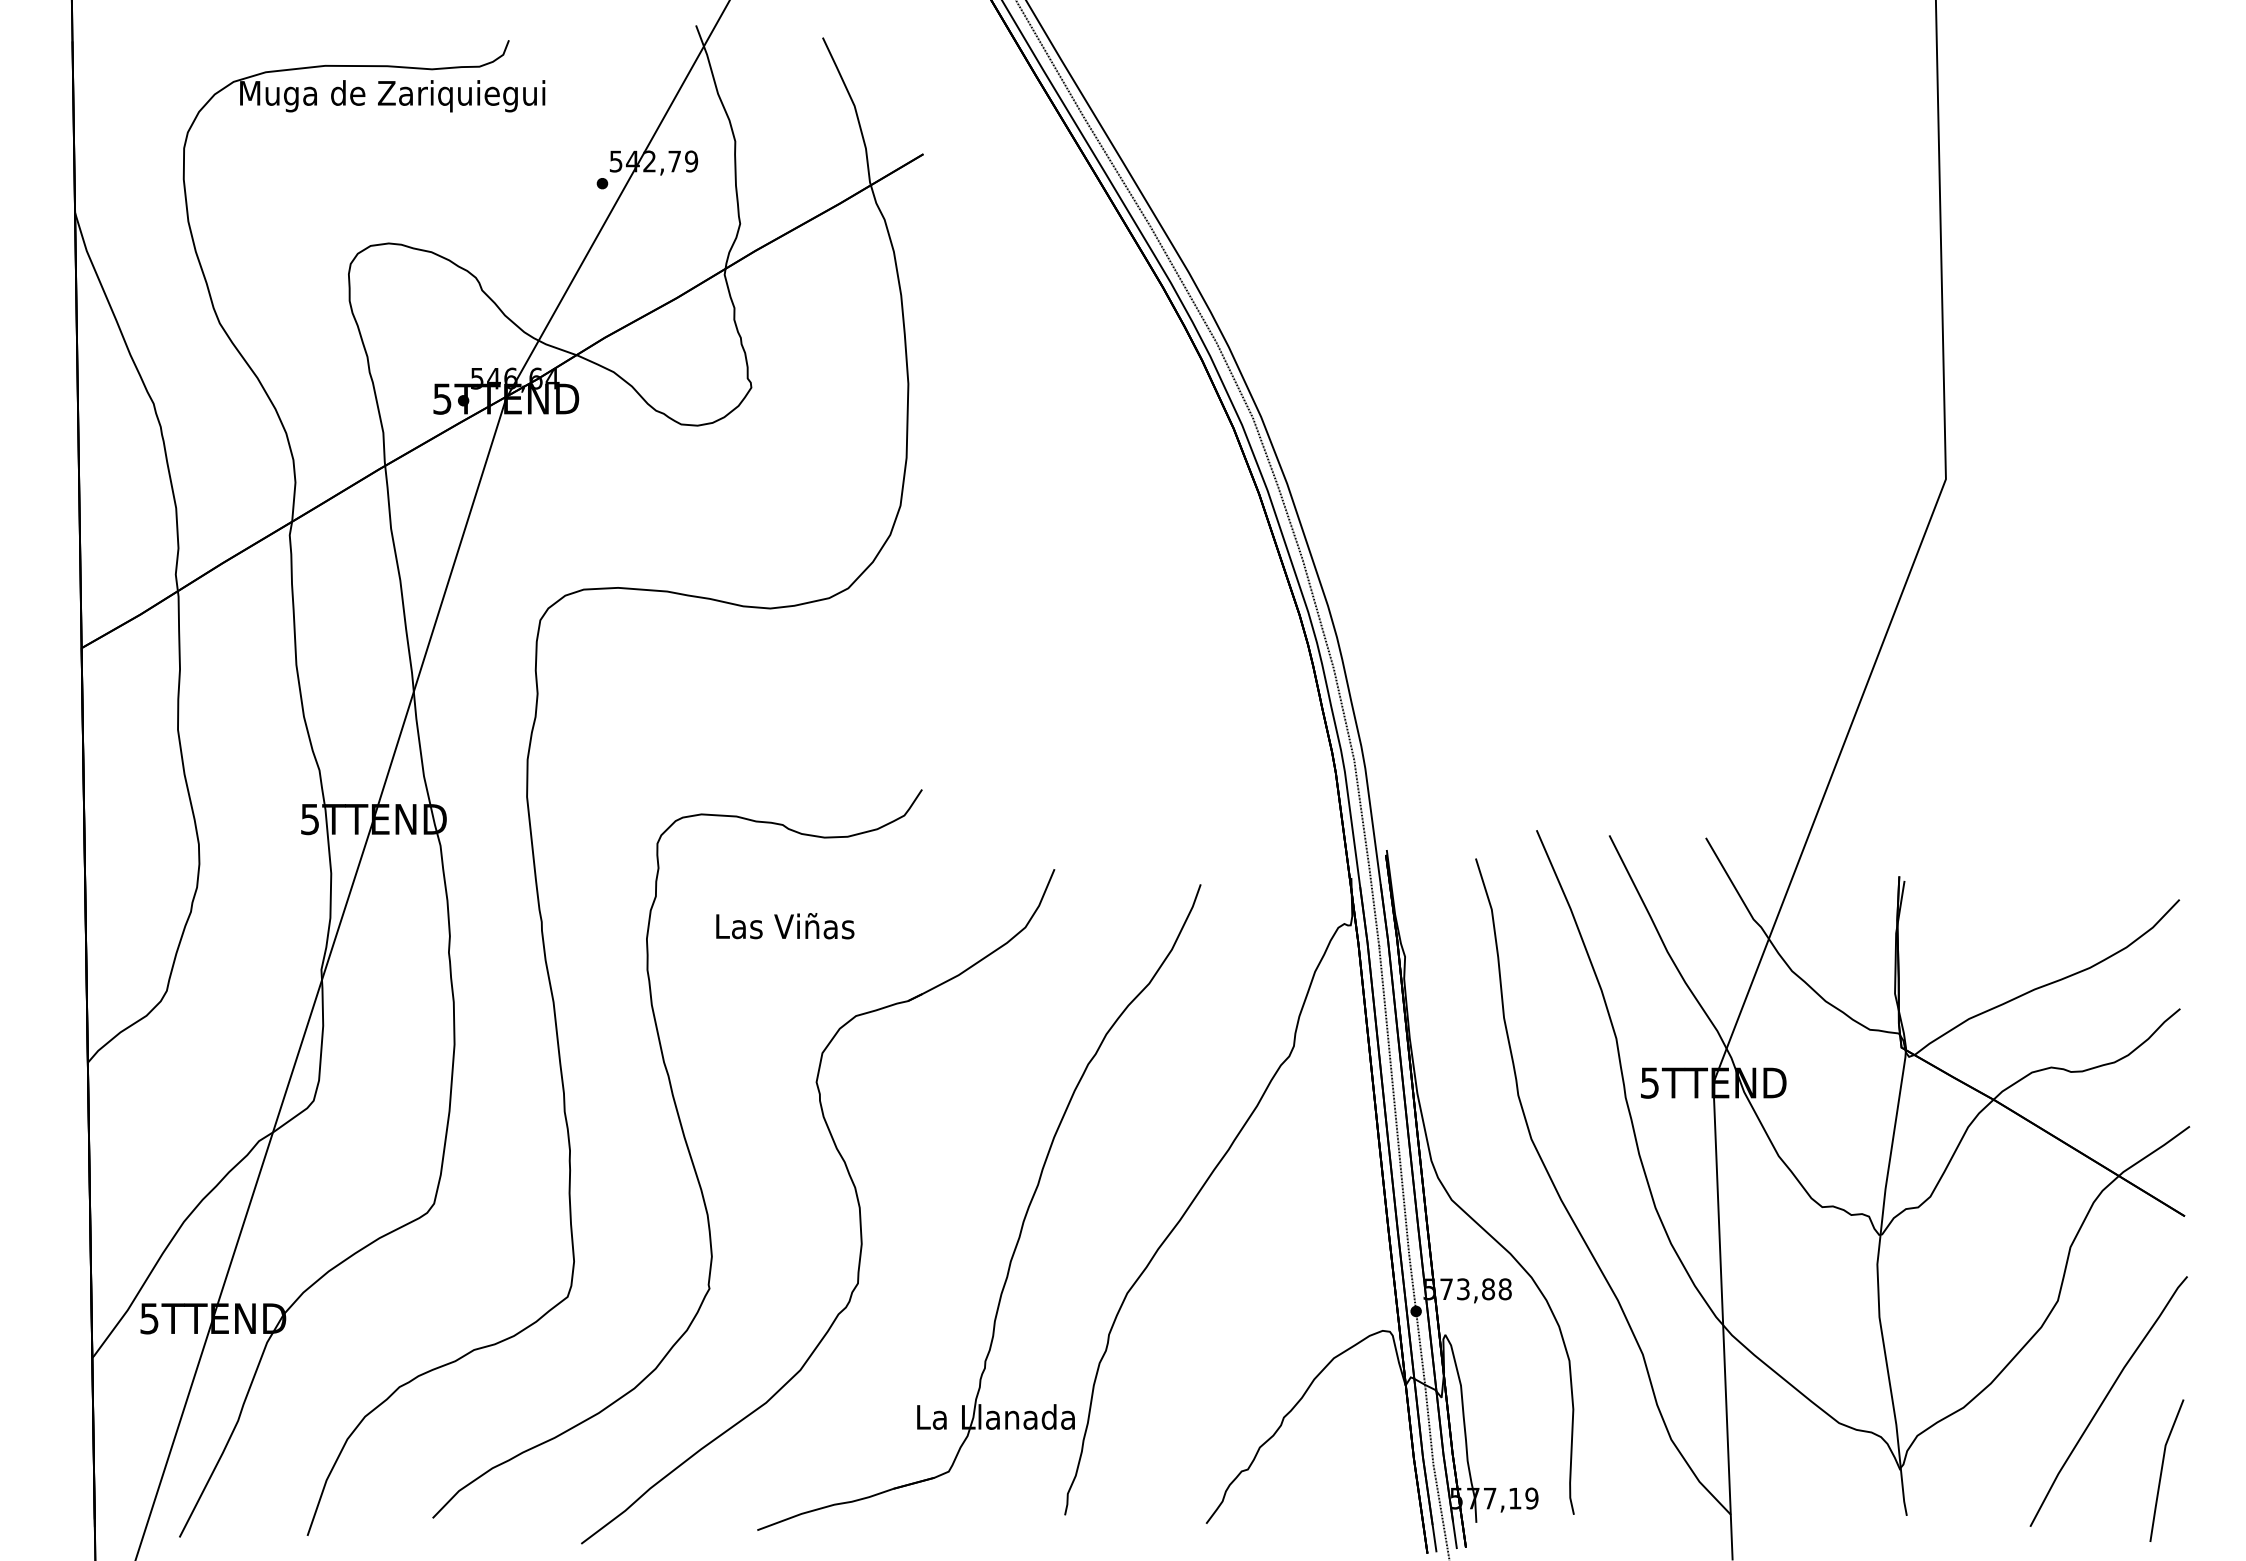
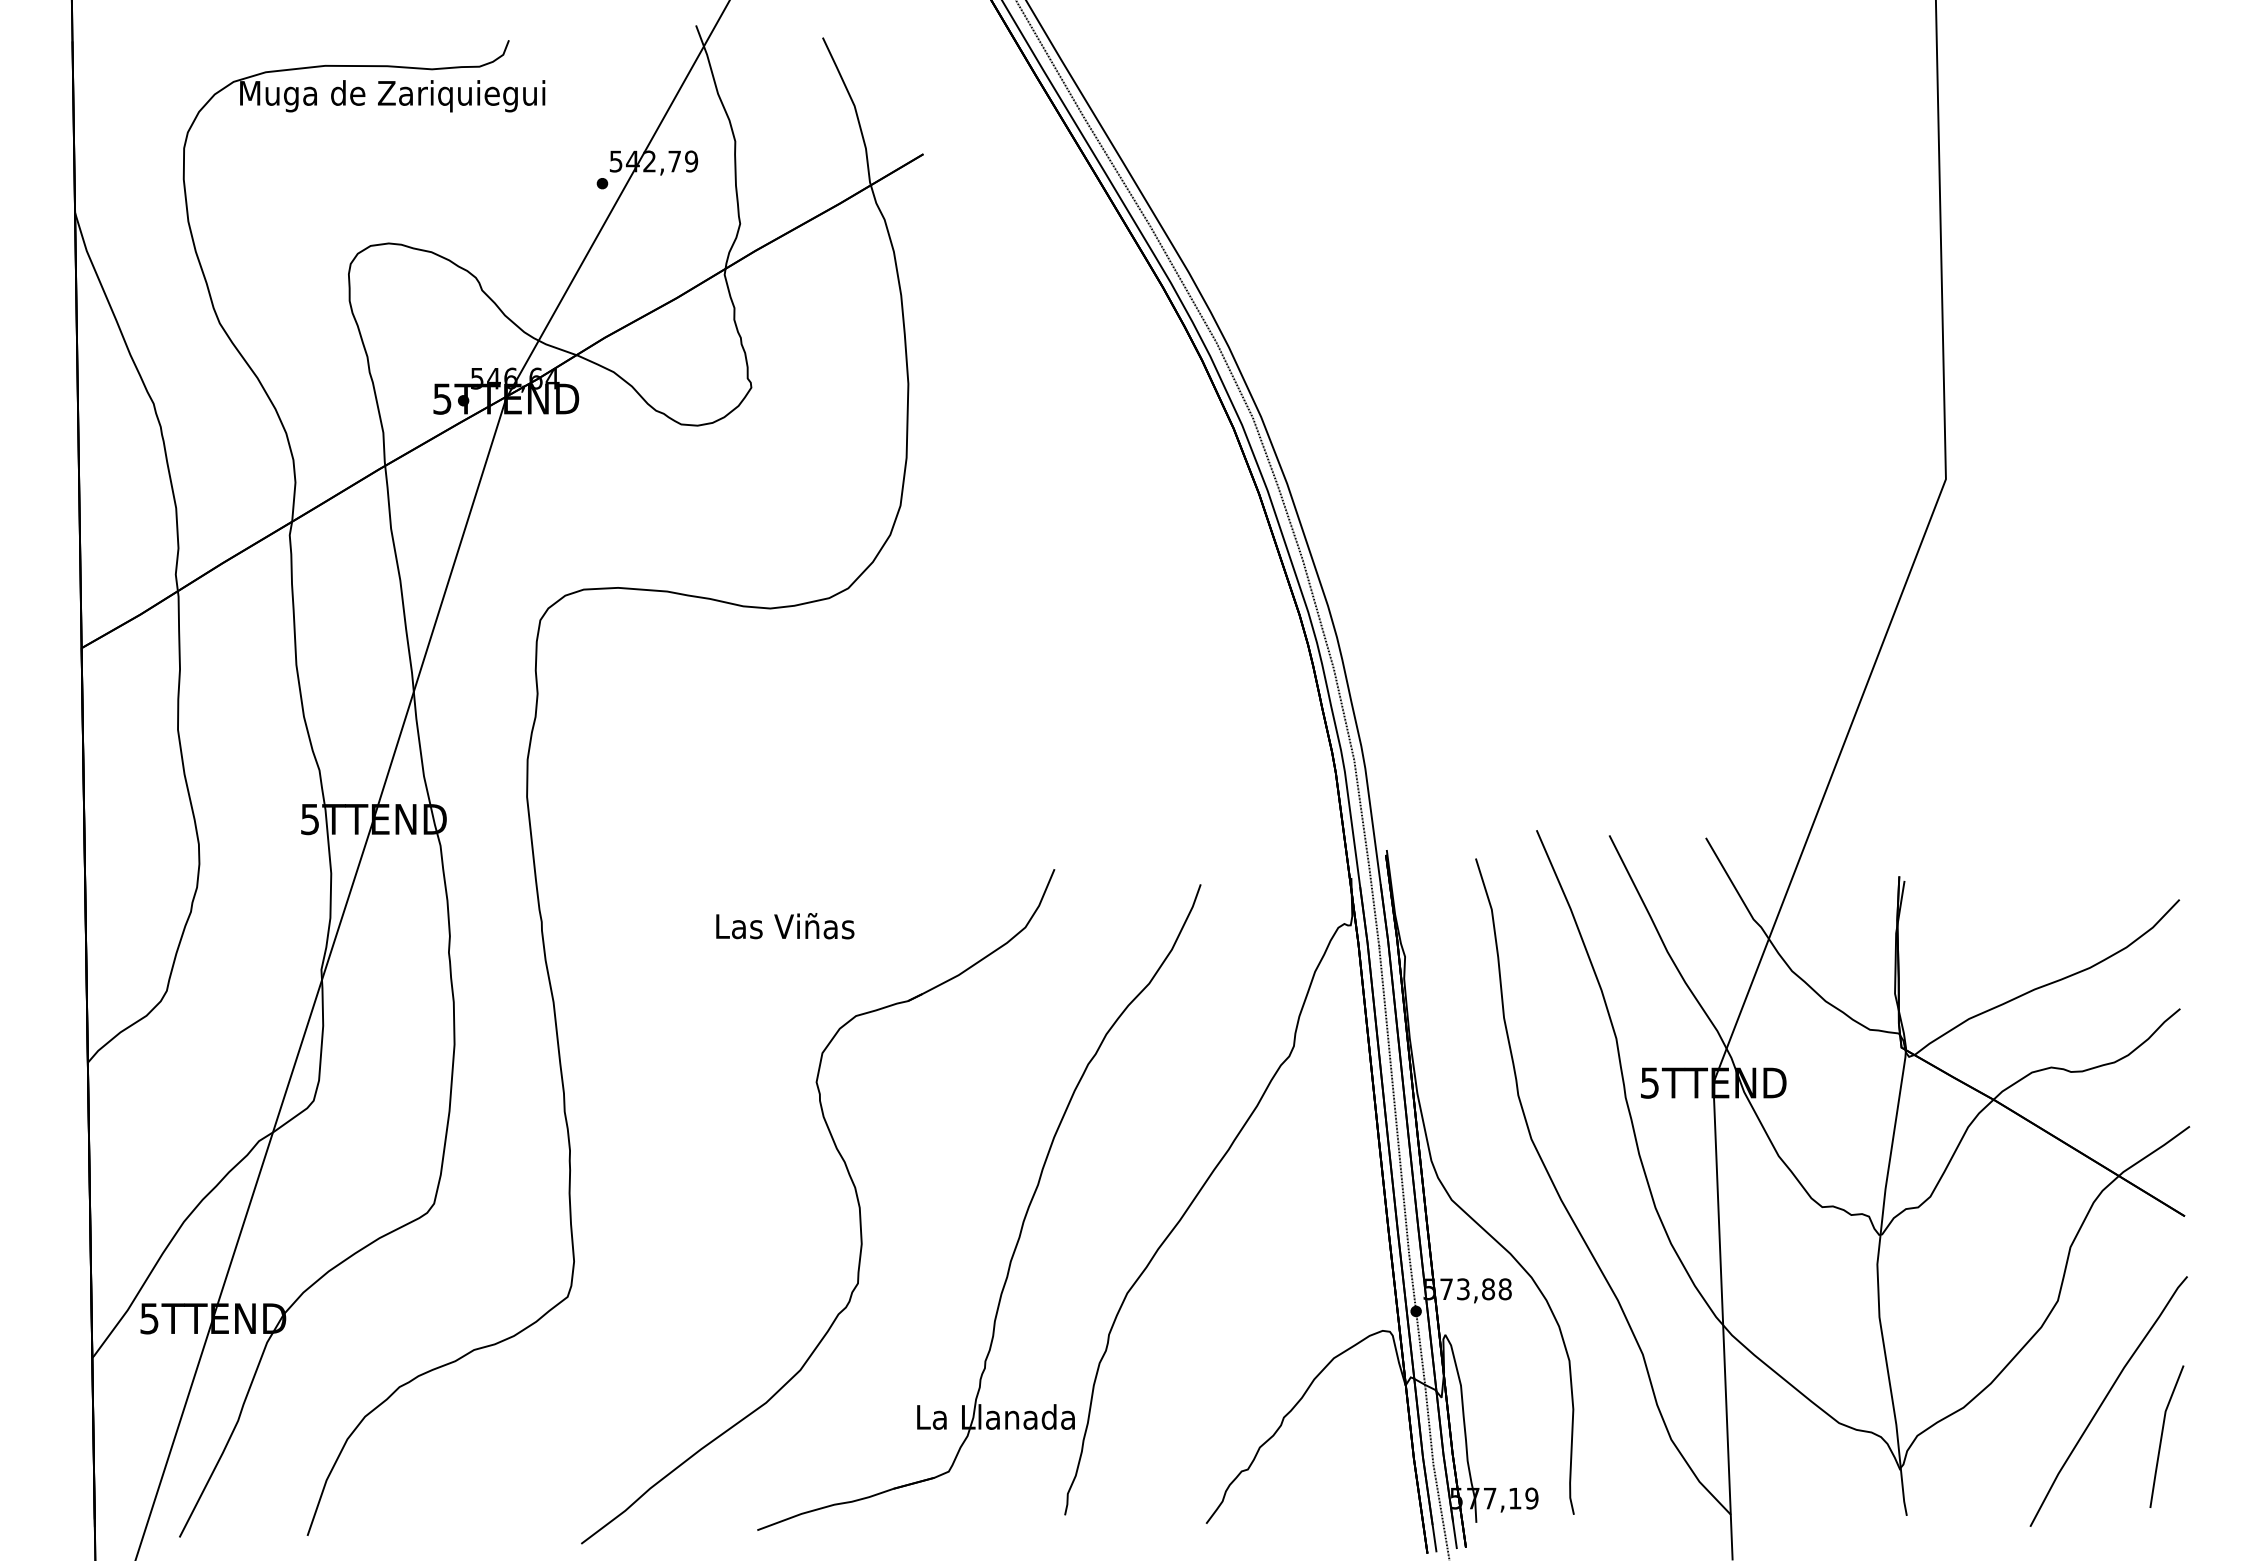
curve at (687, 1150): present -> none
line at (2162, 1470) position: (2162, 1470) -> (2162, 1436)
